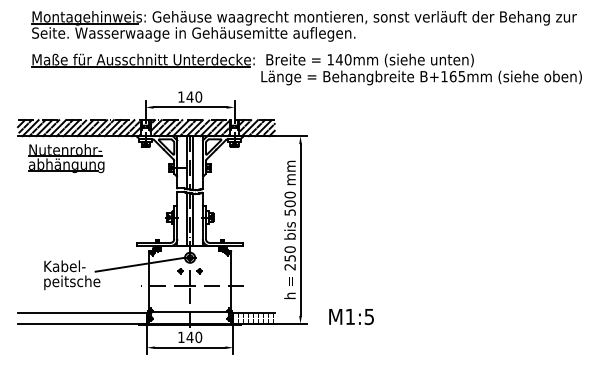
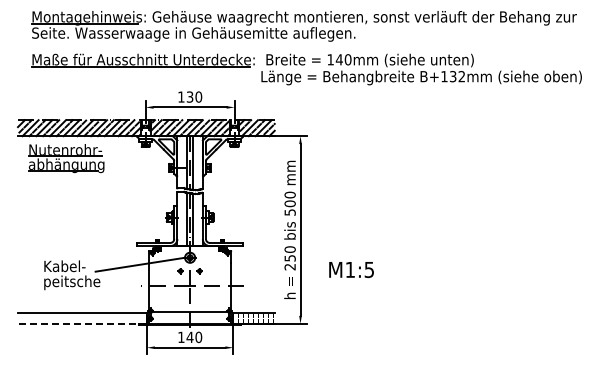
text at (456, 76): B+165mm -> B+132mm
text at (189, 96): 140 -> 130
text at (351, 316) position: (351, 316) -> (351, 269)
line at (81, 323): solid -> dashed
